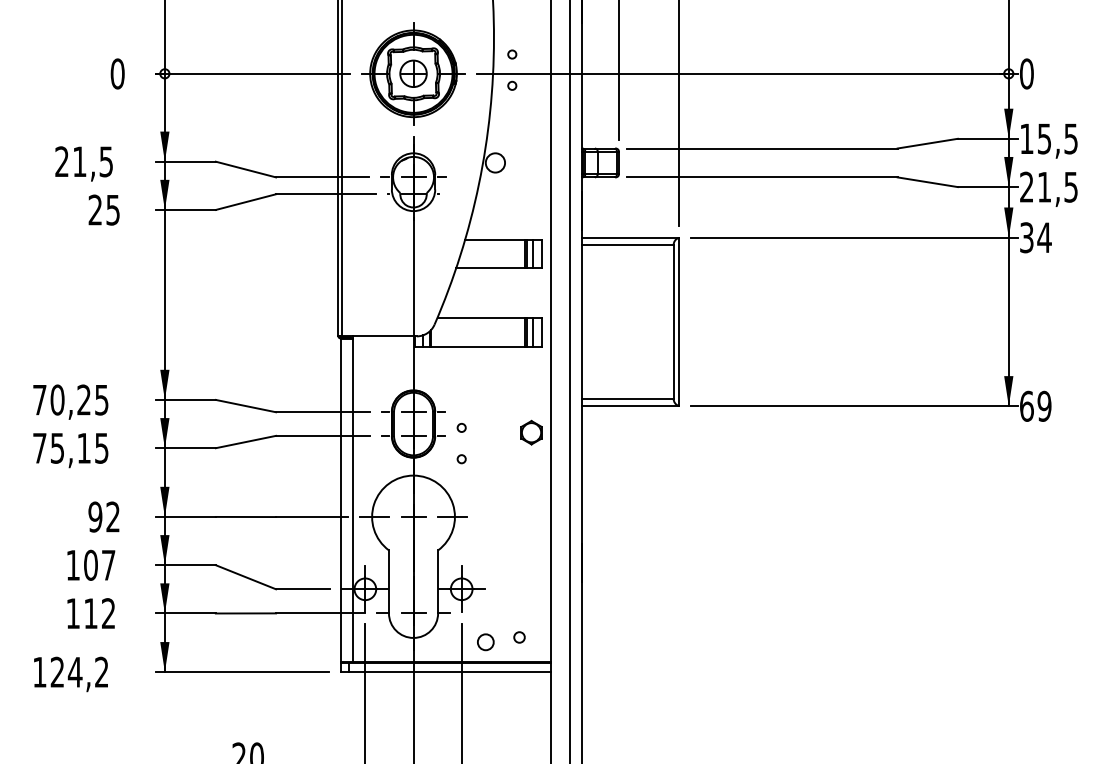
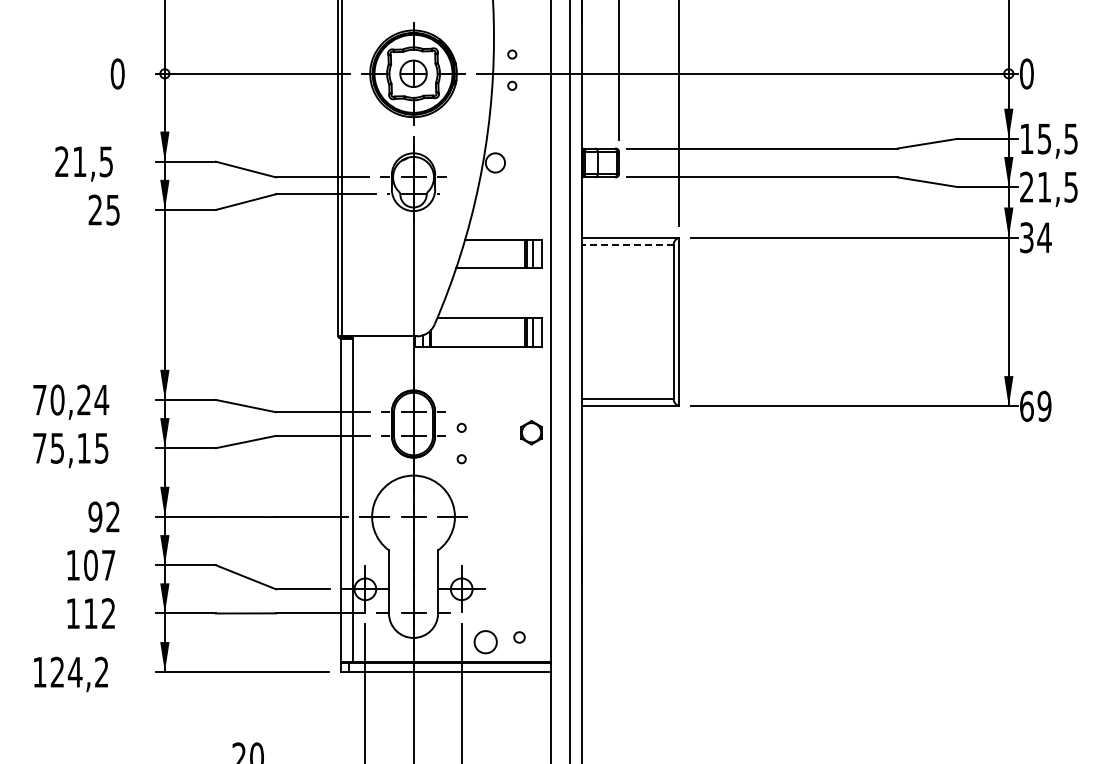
line at (627, 244): solid -> dashed
text at (101, 400): 70,25 -> 70,24
circle at (485, 642) size: 18x19 px -> 25x25 px
